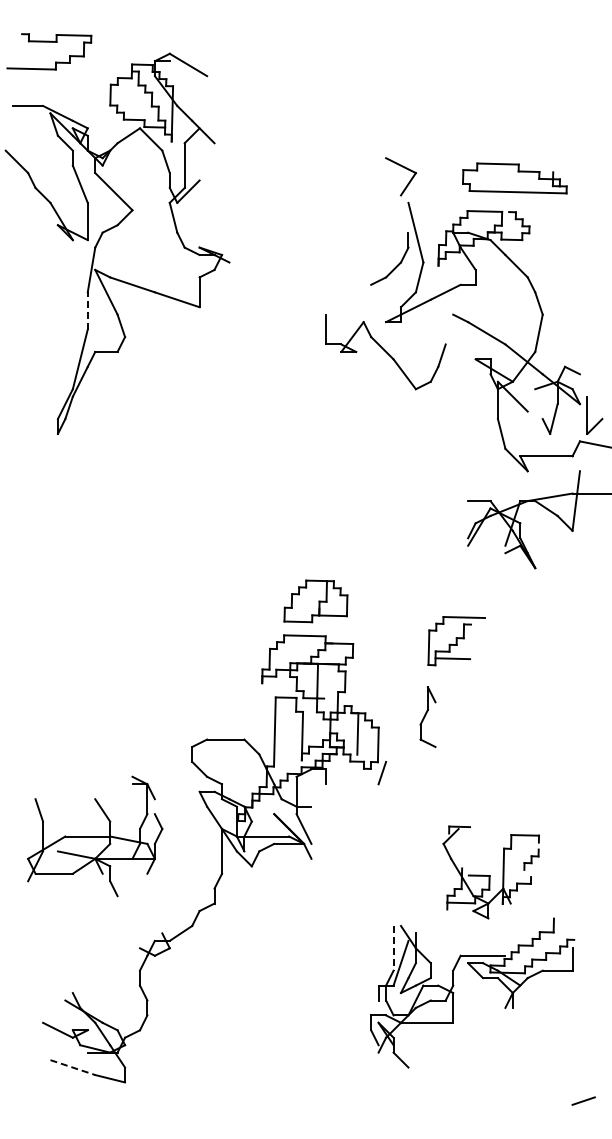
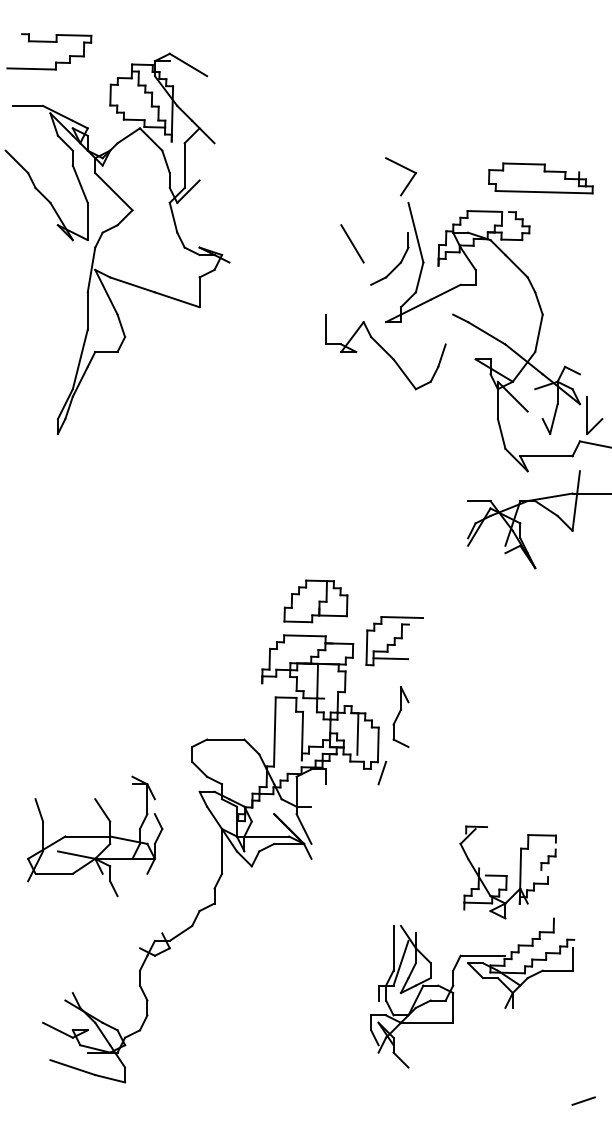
part at (514, 178) position: (514, 178) -> (540, 178)
line at (352, 243): none -> present
line at (87, 310): dashed -> solid
part at (456, 641) position: (456, 641) -> (394, 641)
part at (427, 716) position: (427, 716) -> (400, 716)
part at (490, 872) position: (490, 872) -> (507, 872)
line at (393, 948): dashed -> solid
line at (72, 1067): dashed -> solid
